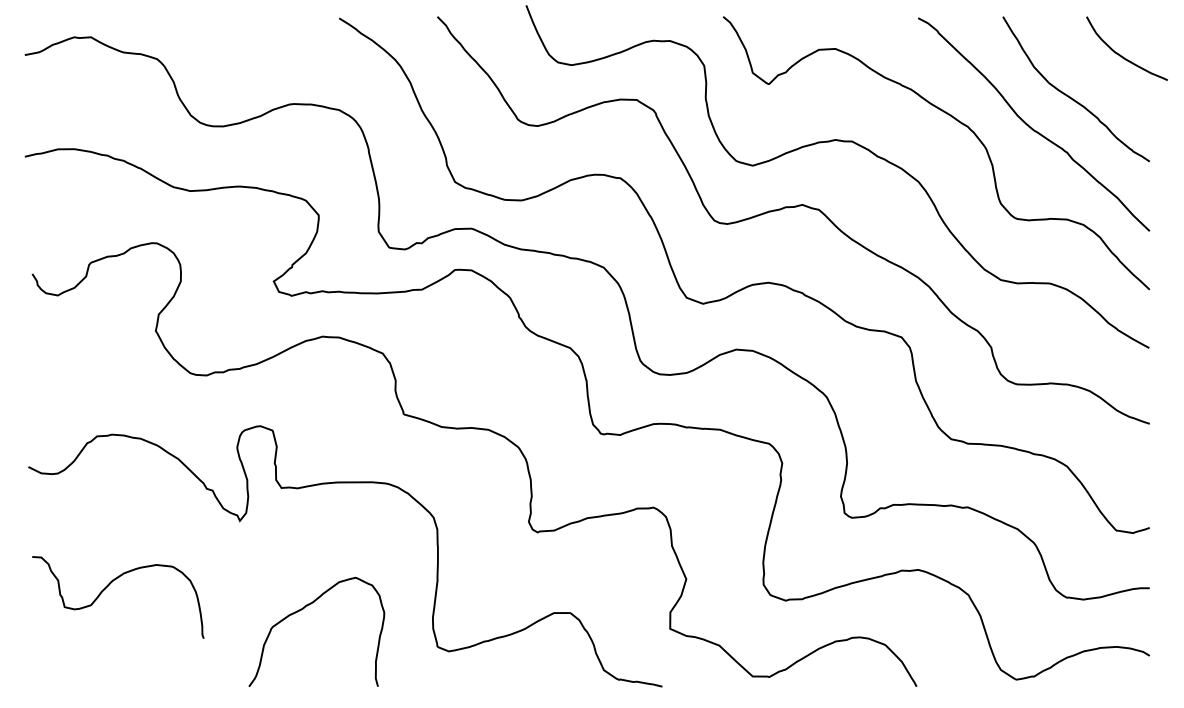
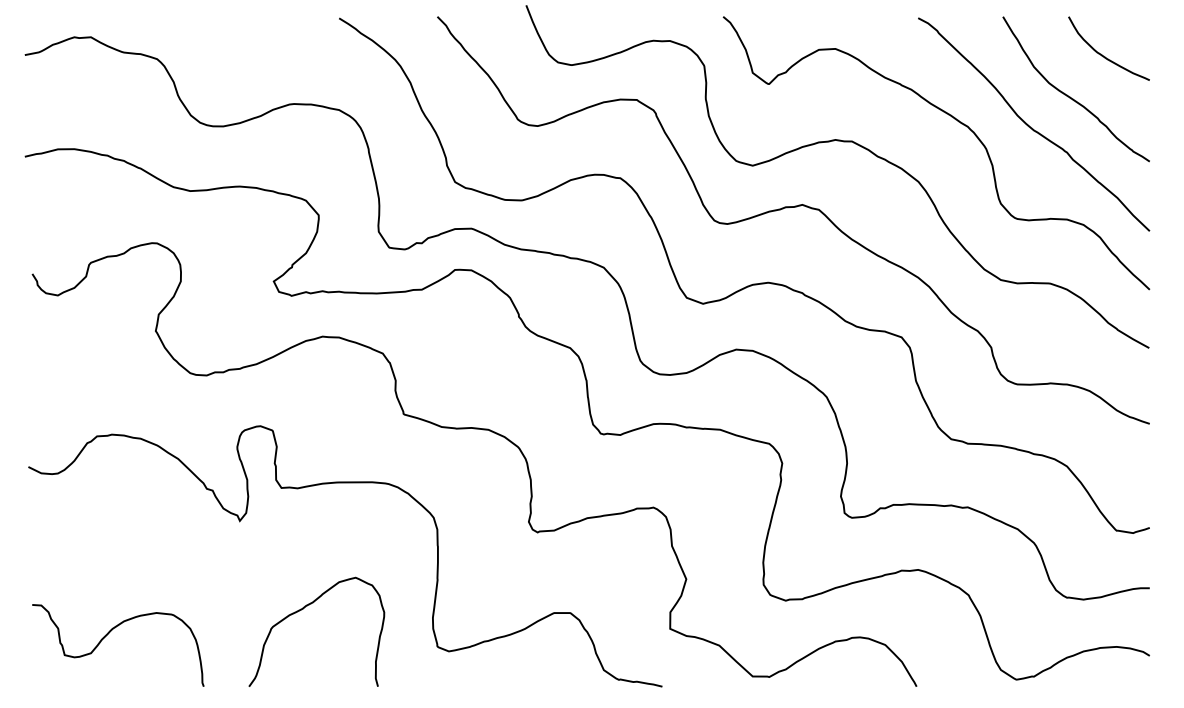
curve at (1120, 54) position: (1120, 54) -> (1102, 54)
curve at (108, 586) position: (108, 586) -> (108, 634)
